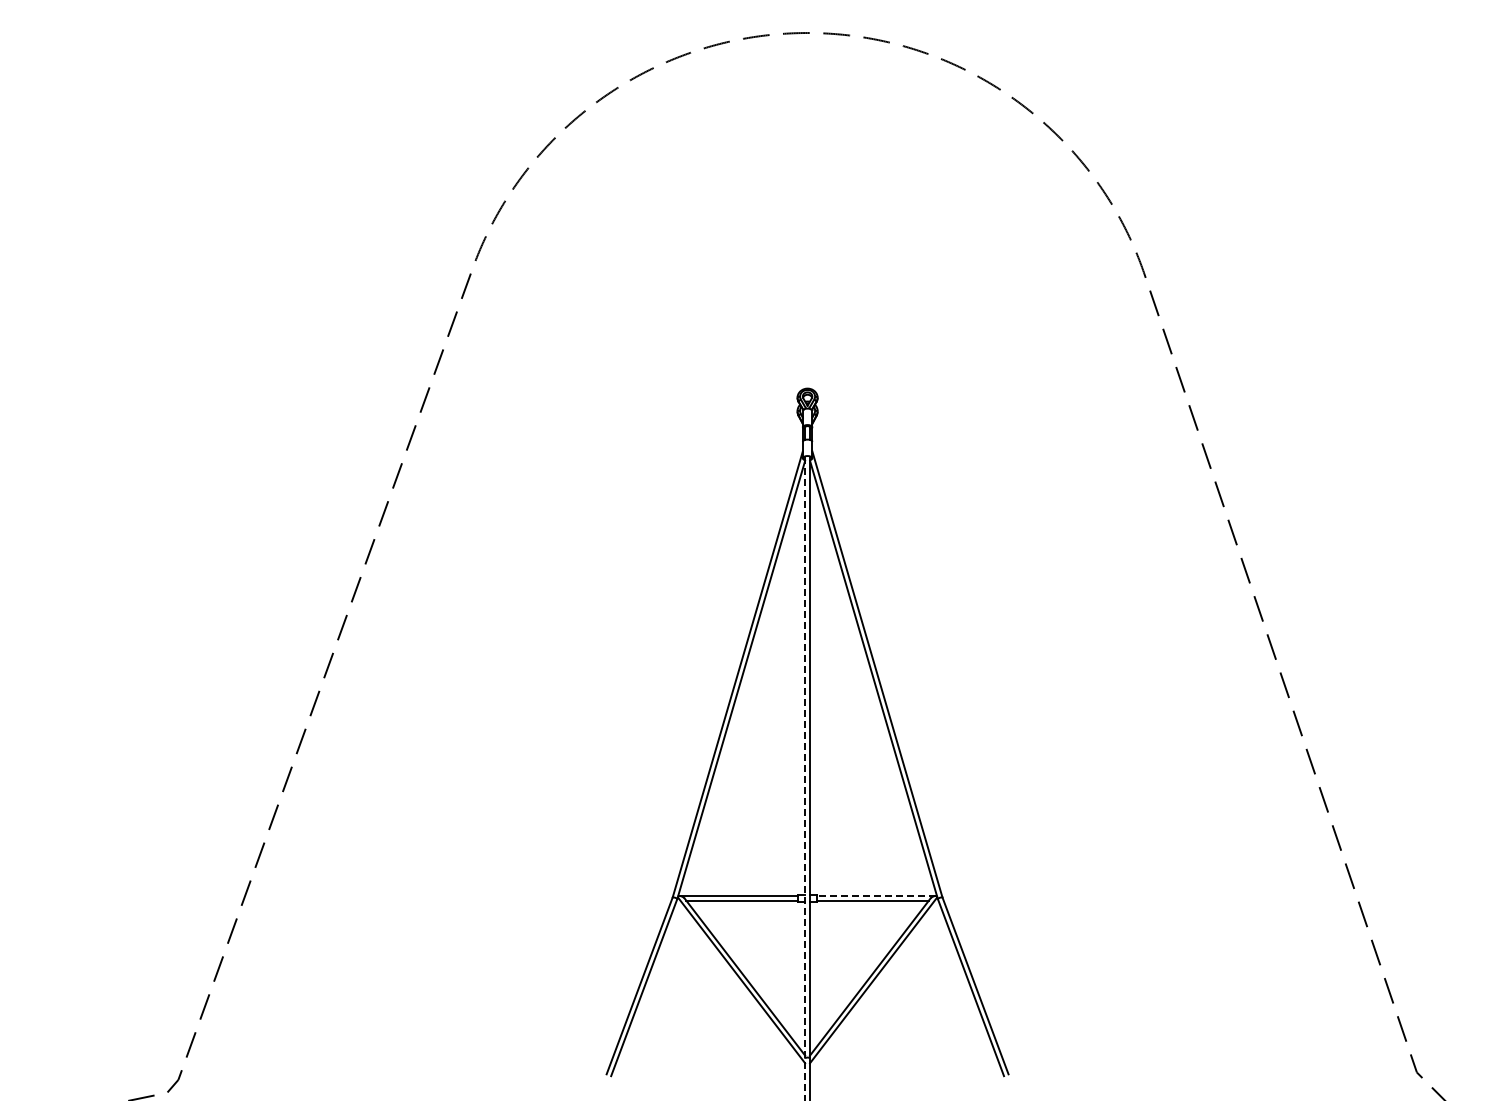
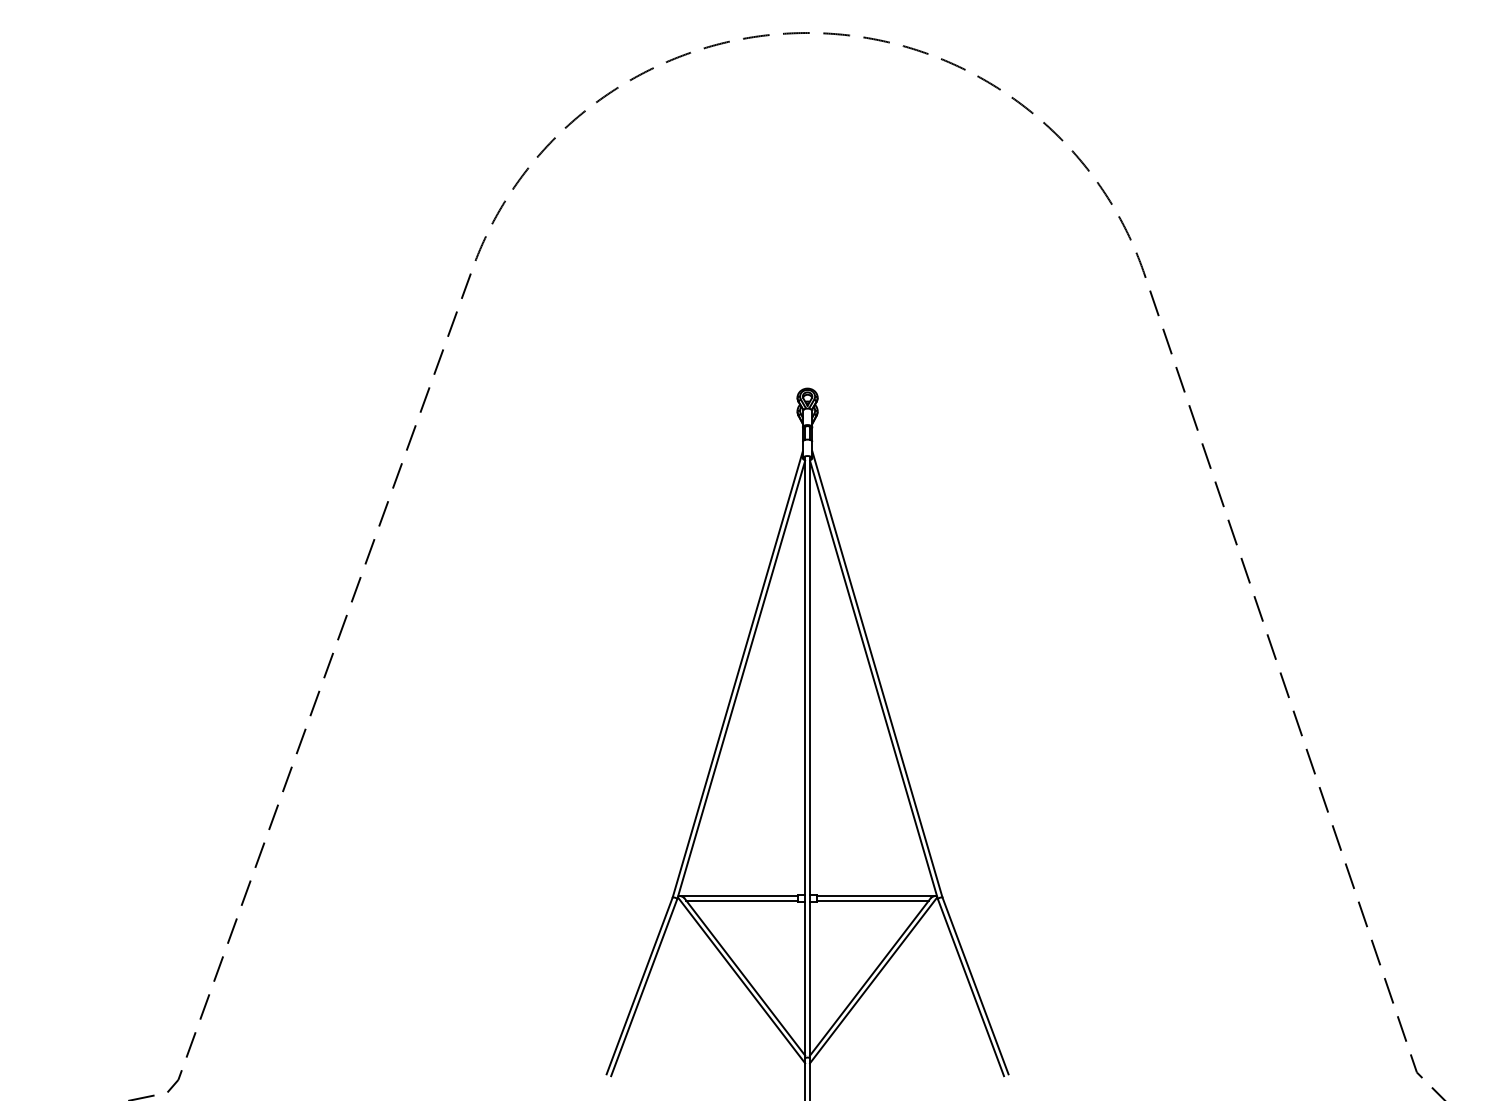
line at (805, 779): dashed -> solid
line at (875, 895): dashed -> solid
